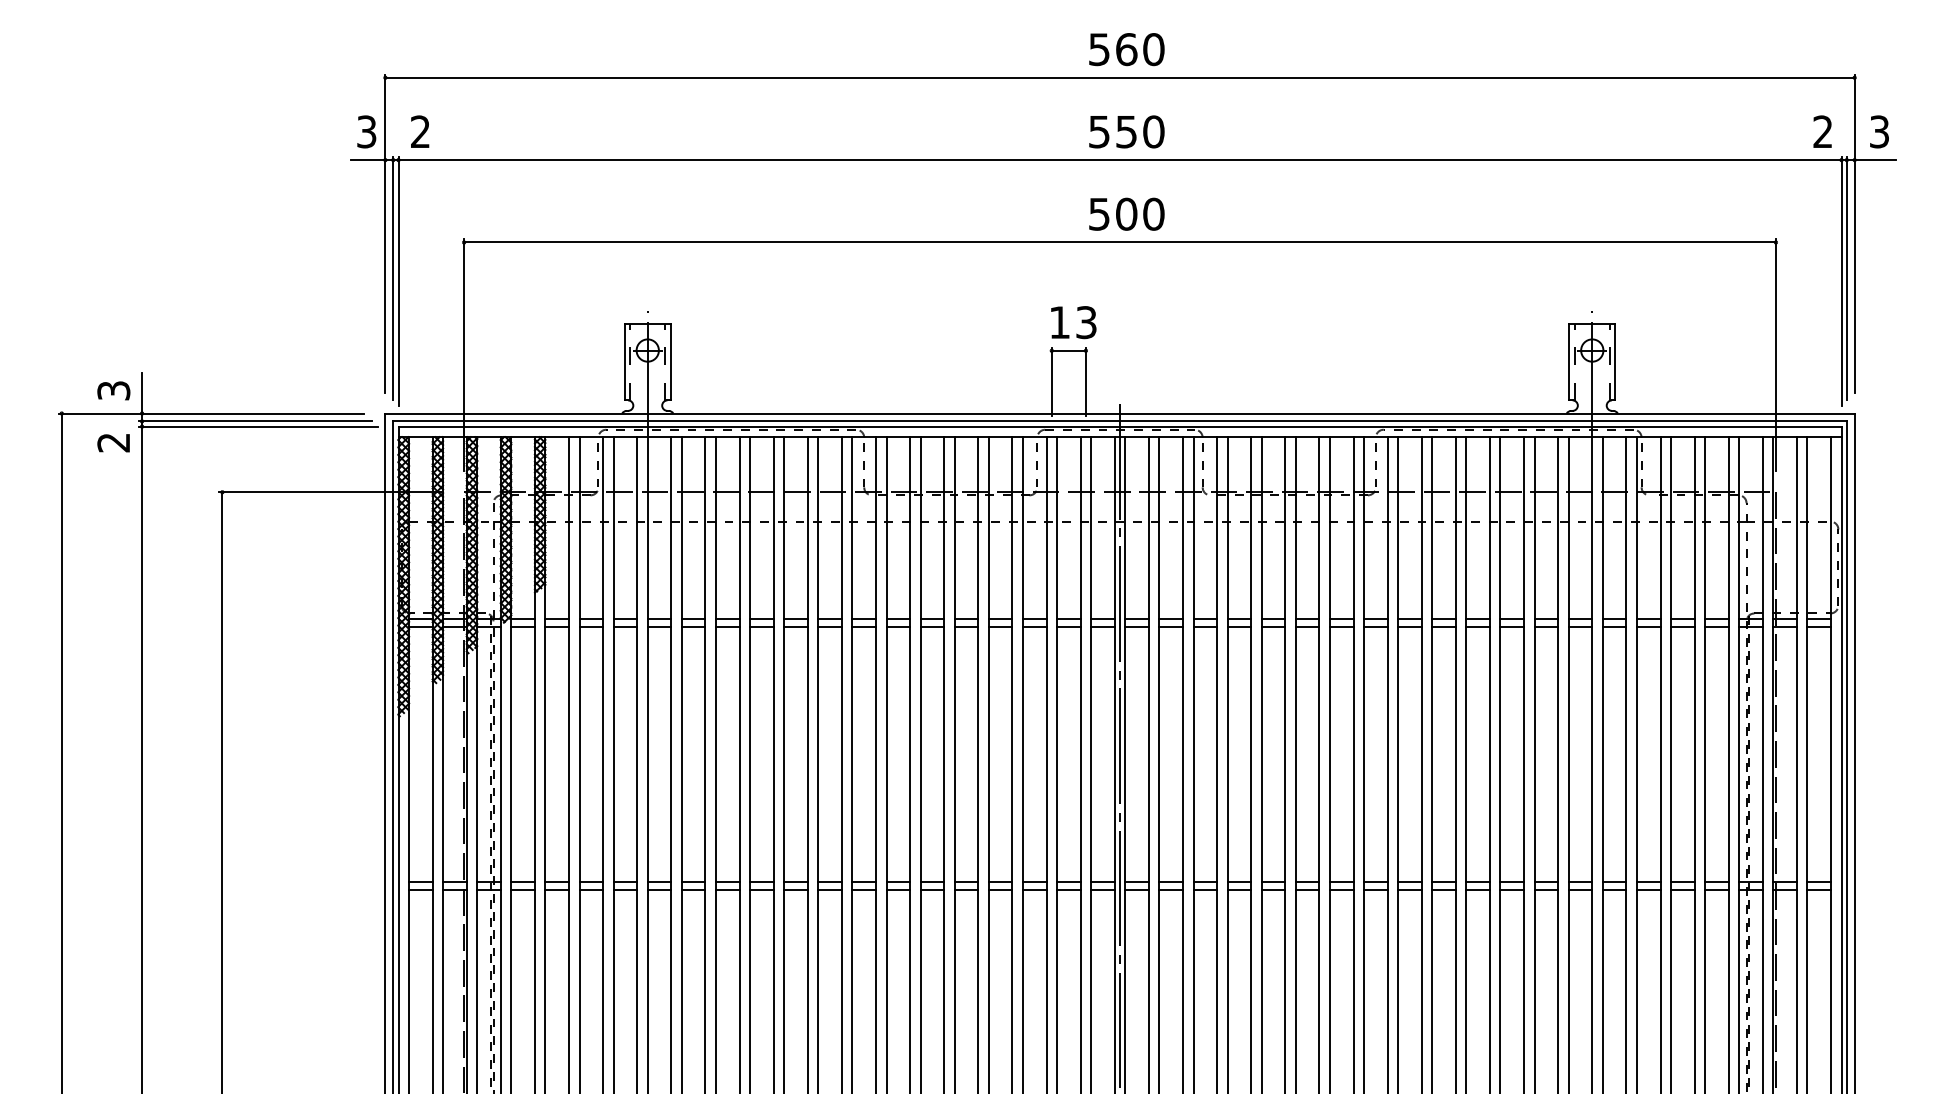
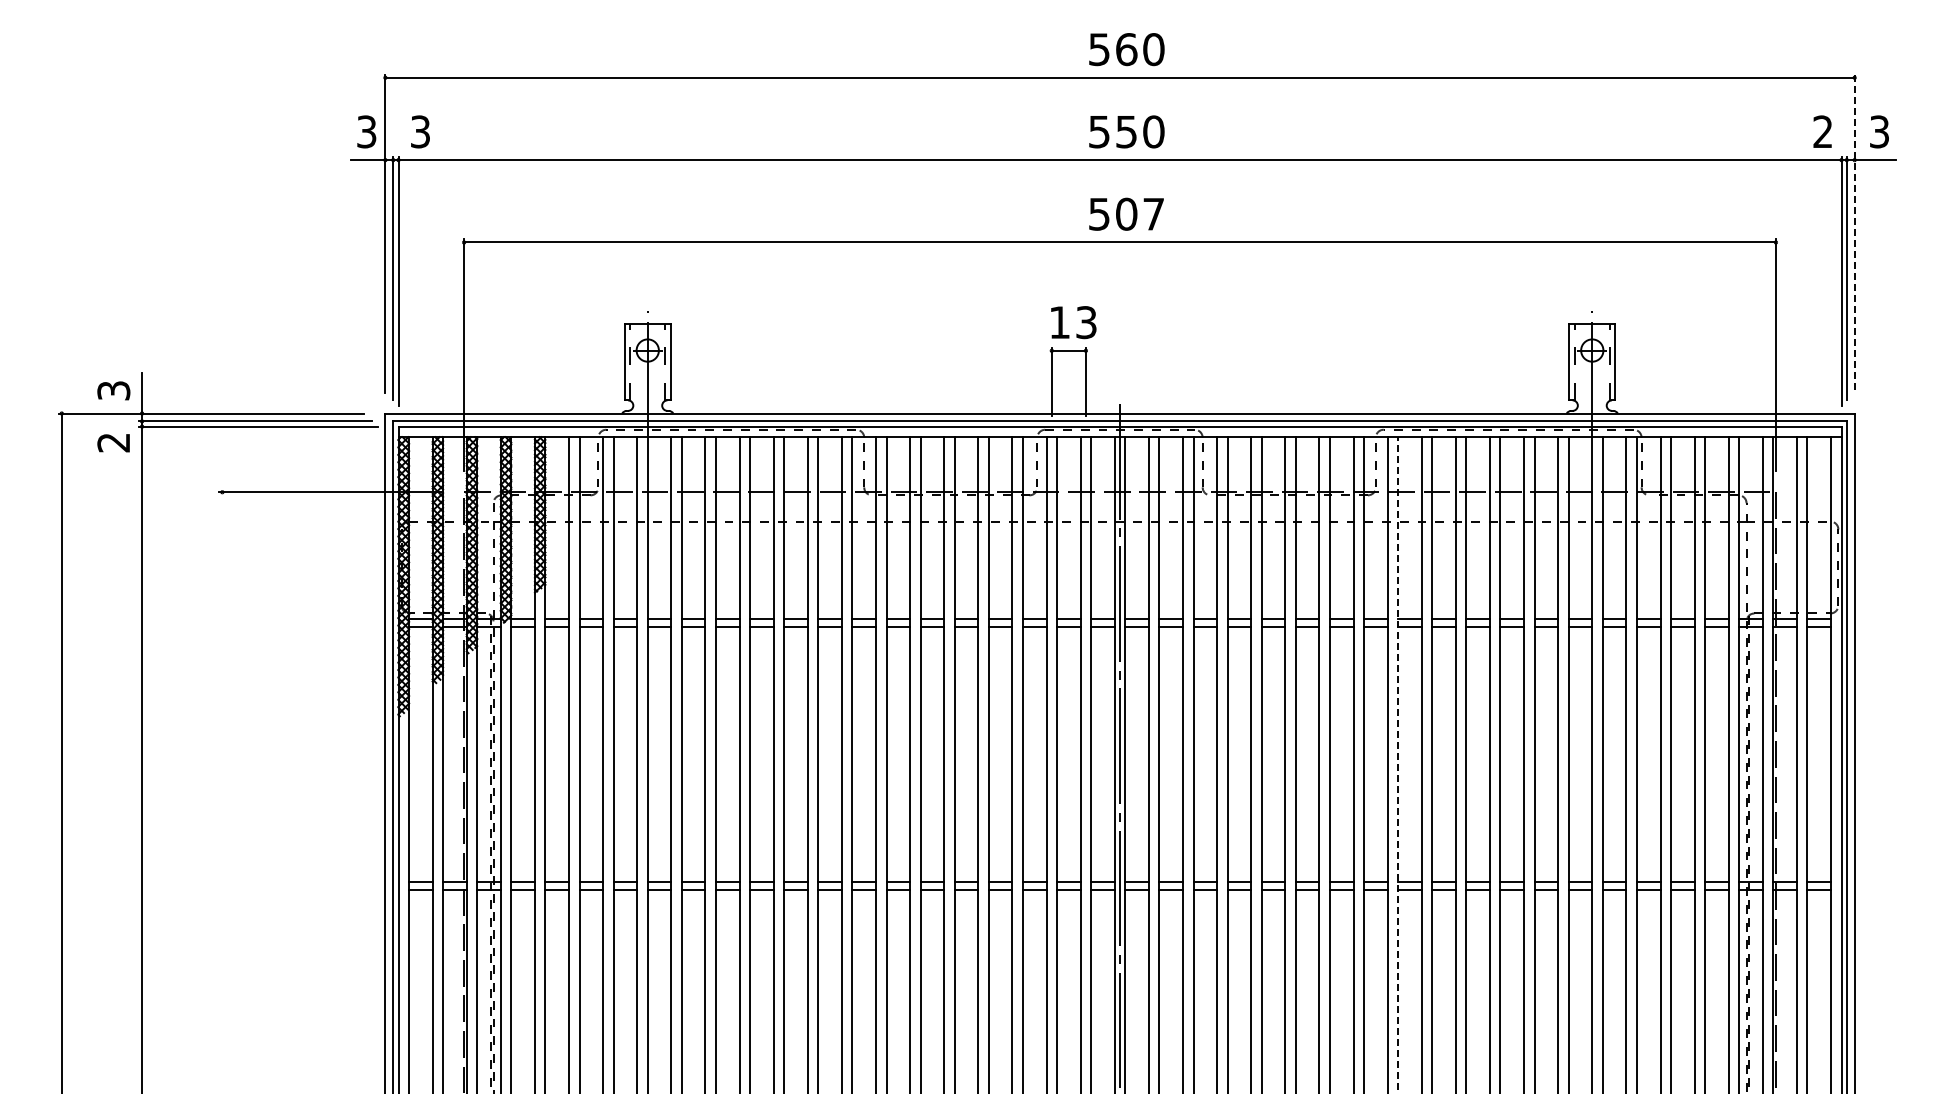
text at (420, 131): 2 -> 3
text at (1153, 213): 500 -> 507
line at (1854, 233): solid -> dashed
line at (1398, 765): solid -> dashed
line at (222, 791): present -> none
